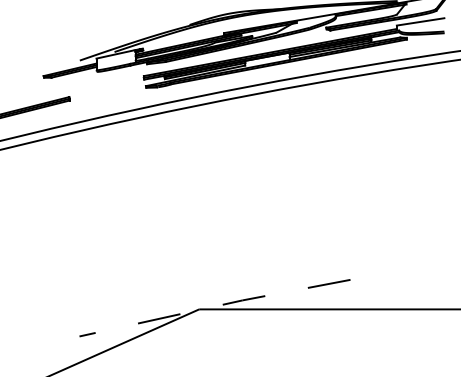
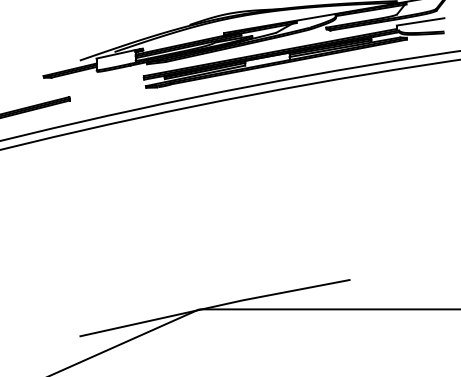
line at (214, 306): dashed -> solid
